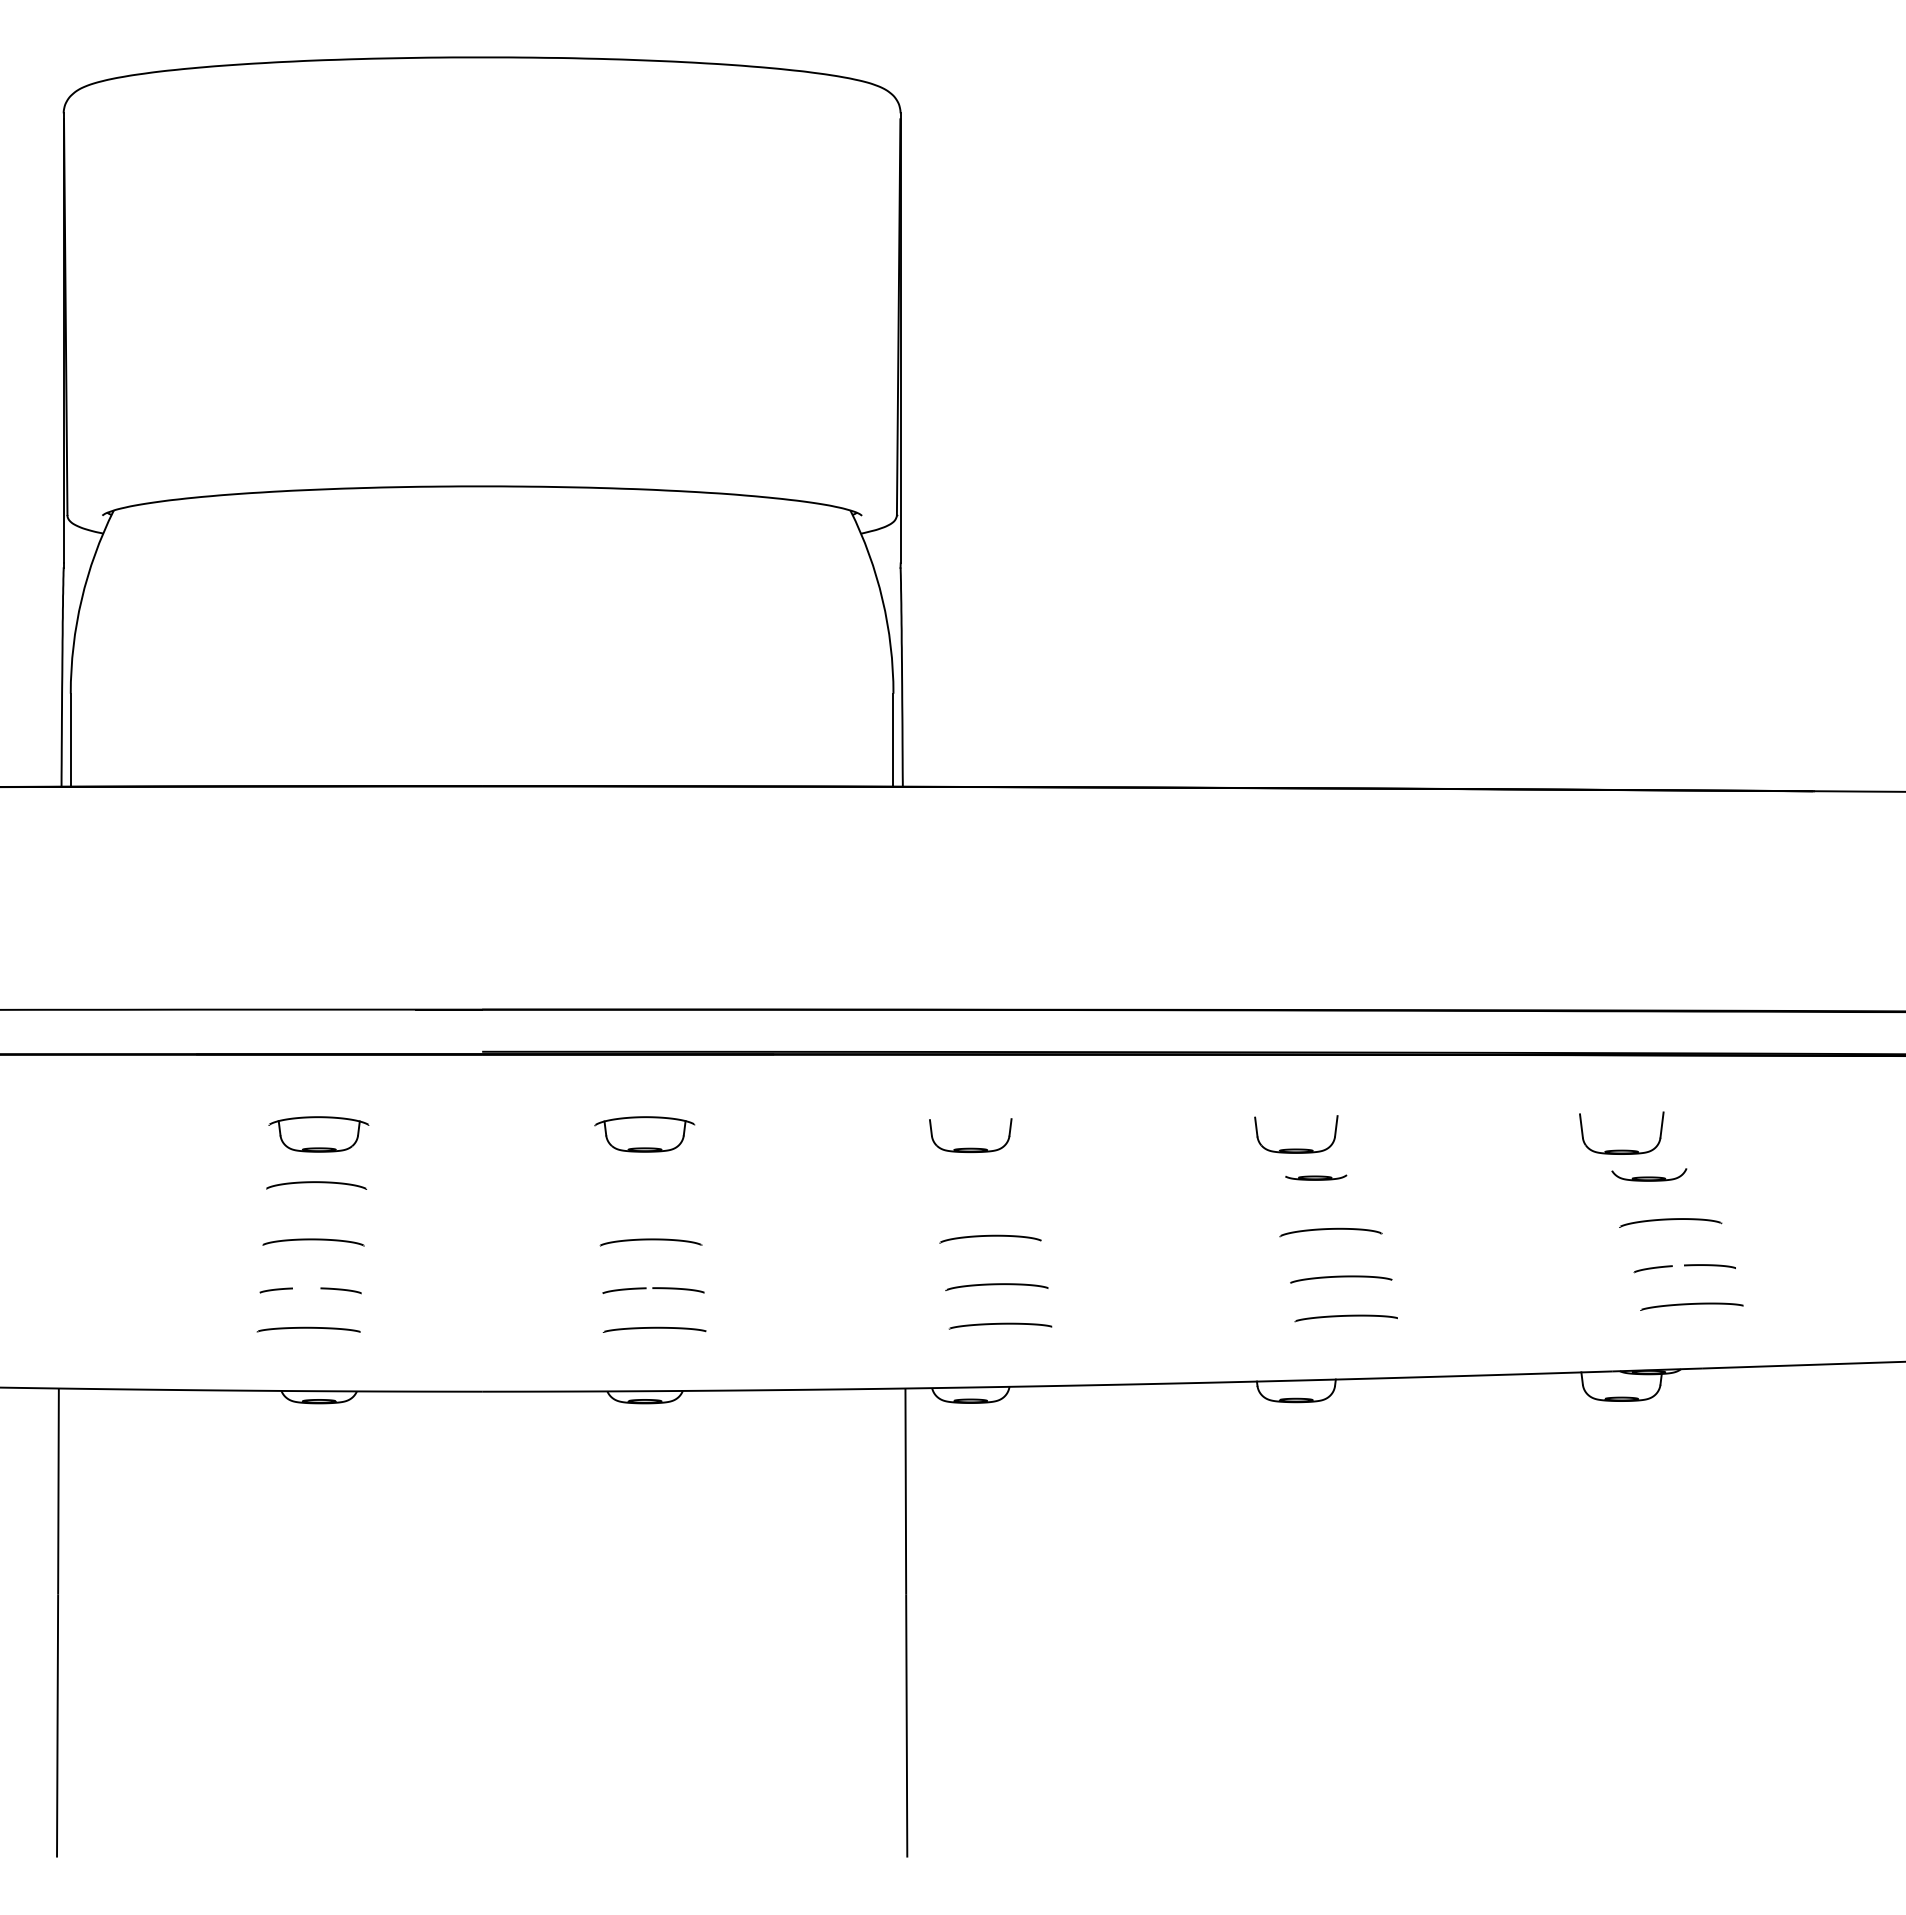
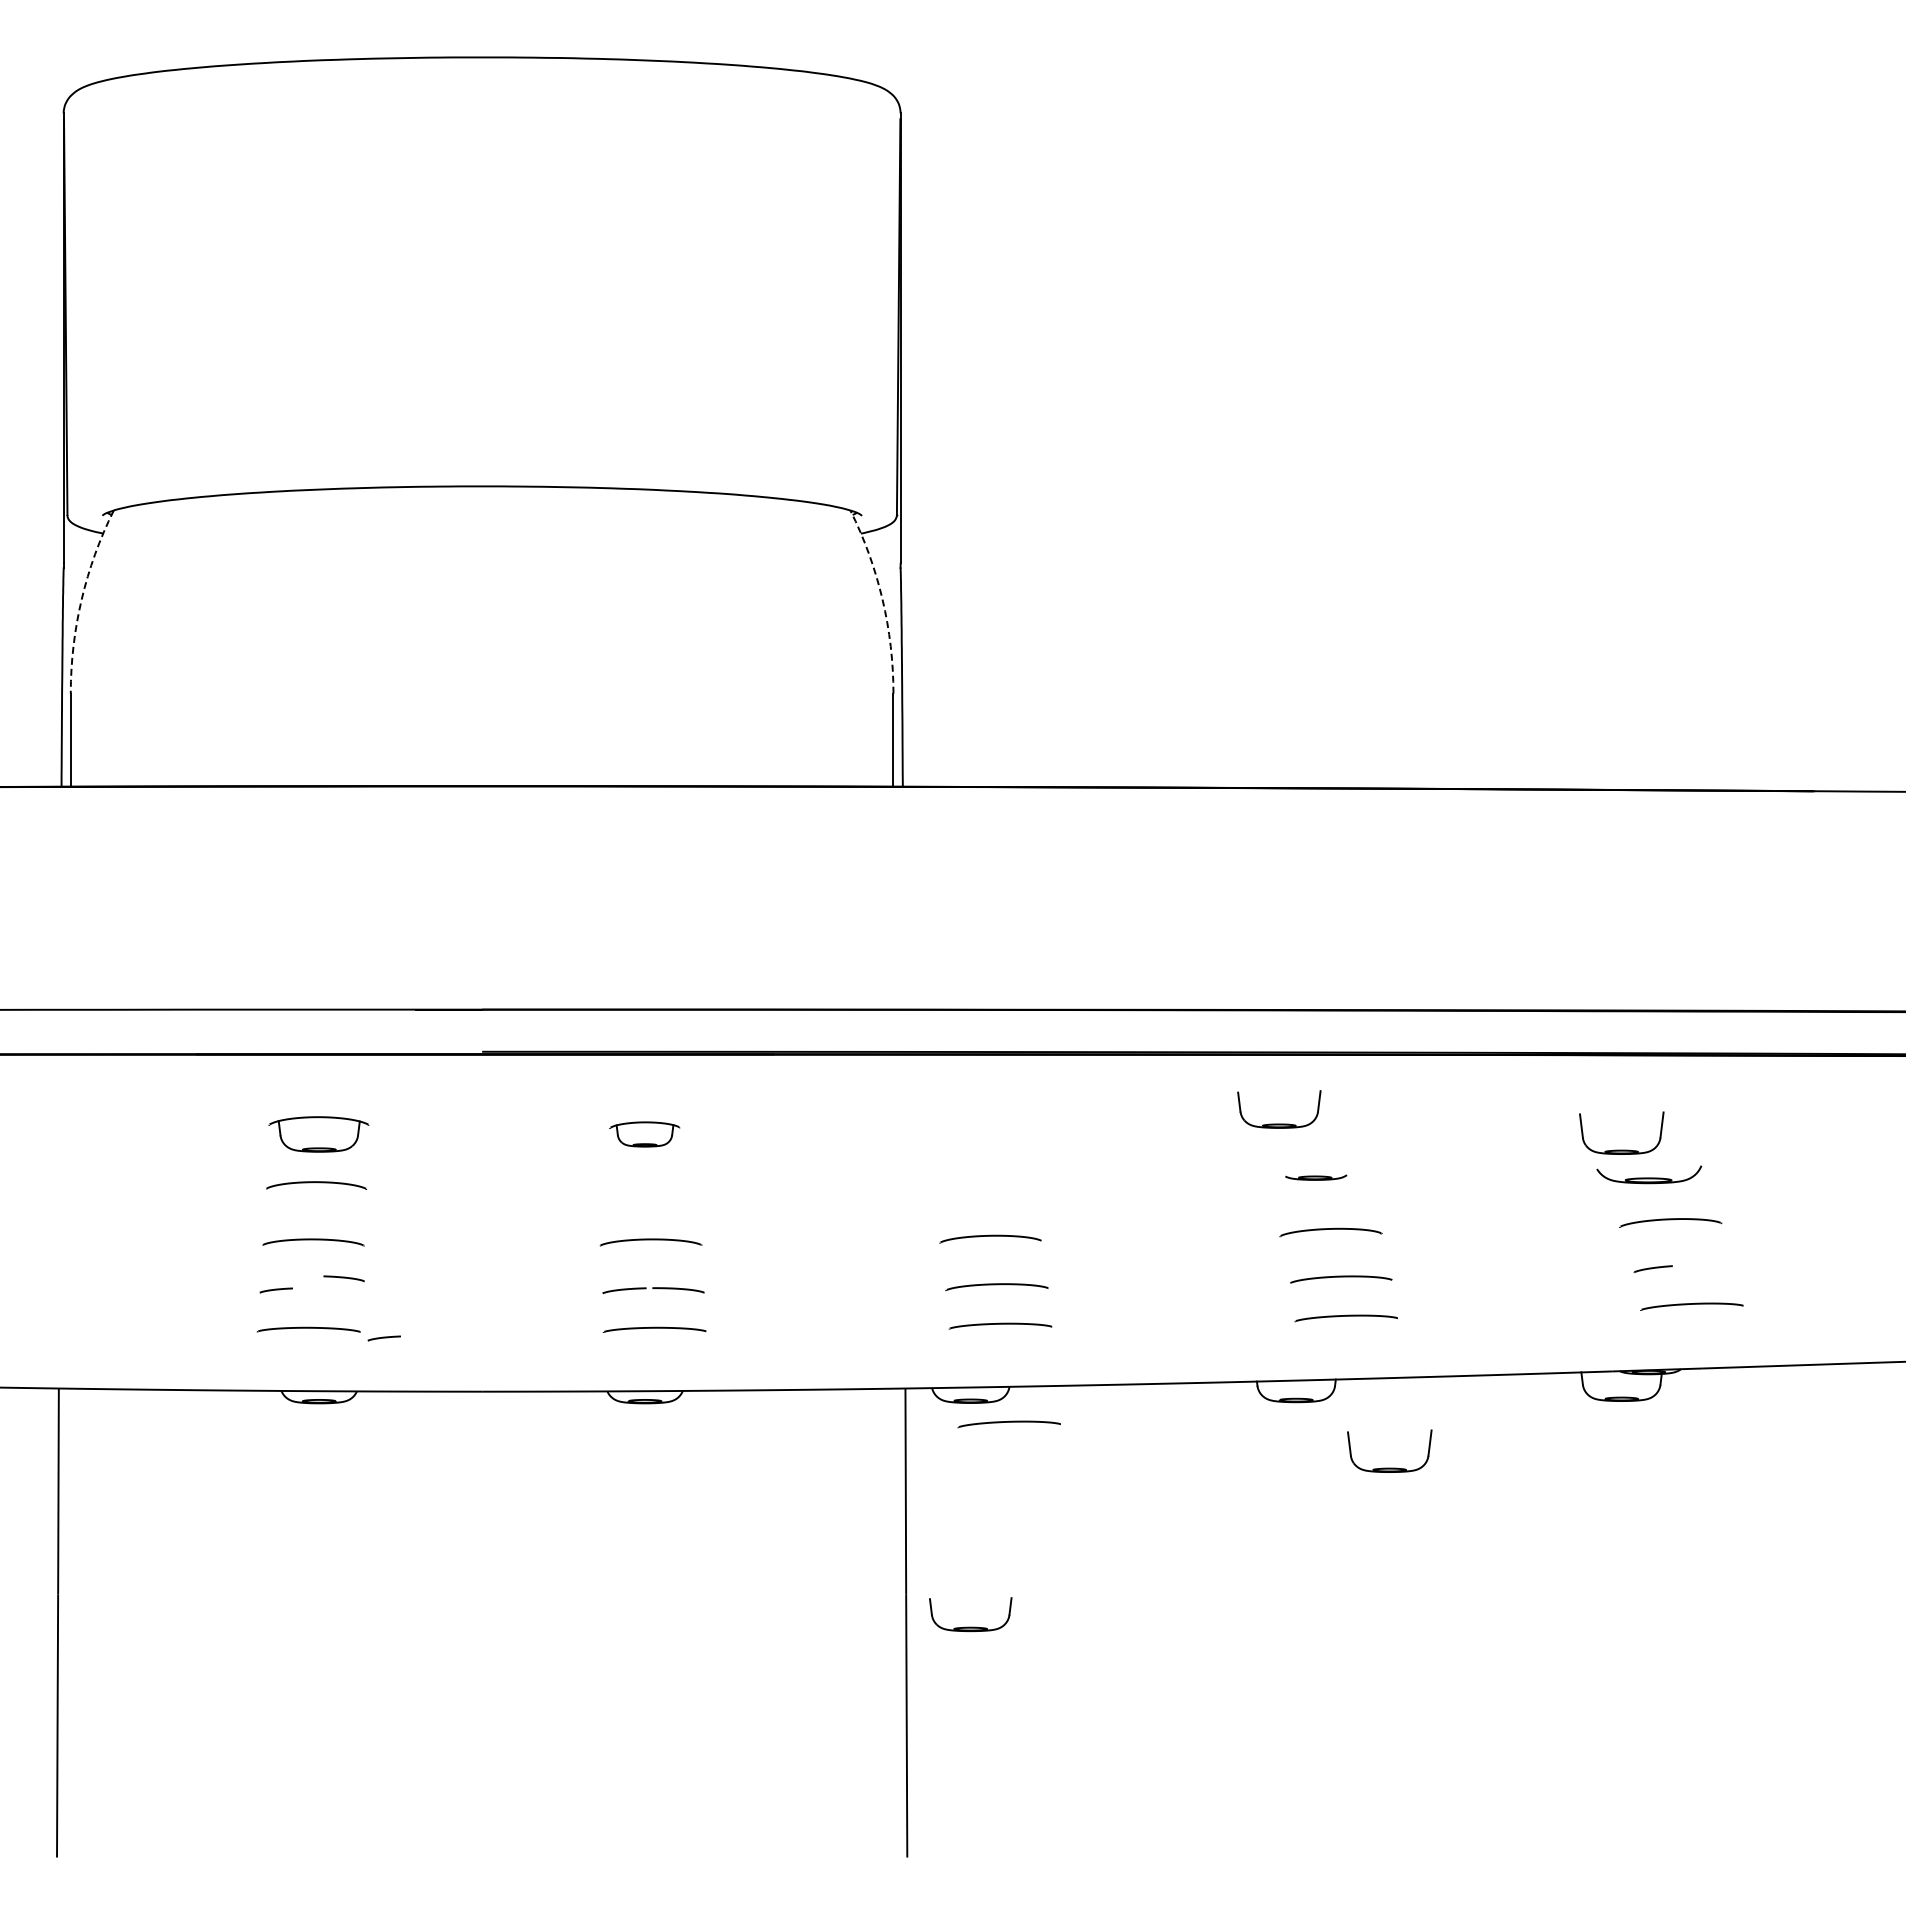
arc at (81, 599): solid -> dashed
arc at (882, 599): solid -> dashed
part at (644, 1134) size: 102x37 px -> 72x27 px
part at (970, 1147) position: (970, 1147) -> (970, 1626)
part at (1296, 1148) position: (1296, 1148) -> (1279, 1123)
part at (1649, 1174) size: 77x14 px -> 107x20 px
curve at (1709, 1266): present -> none
curve at (340, 1290) position: (340, 1290) -> (343, 1278)
line at (383, 1338): none -> present
curve at (1008, 1422): none -> present
part at (1389, 1467): none -> present
